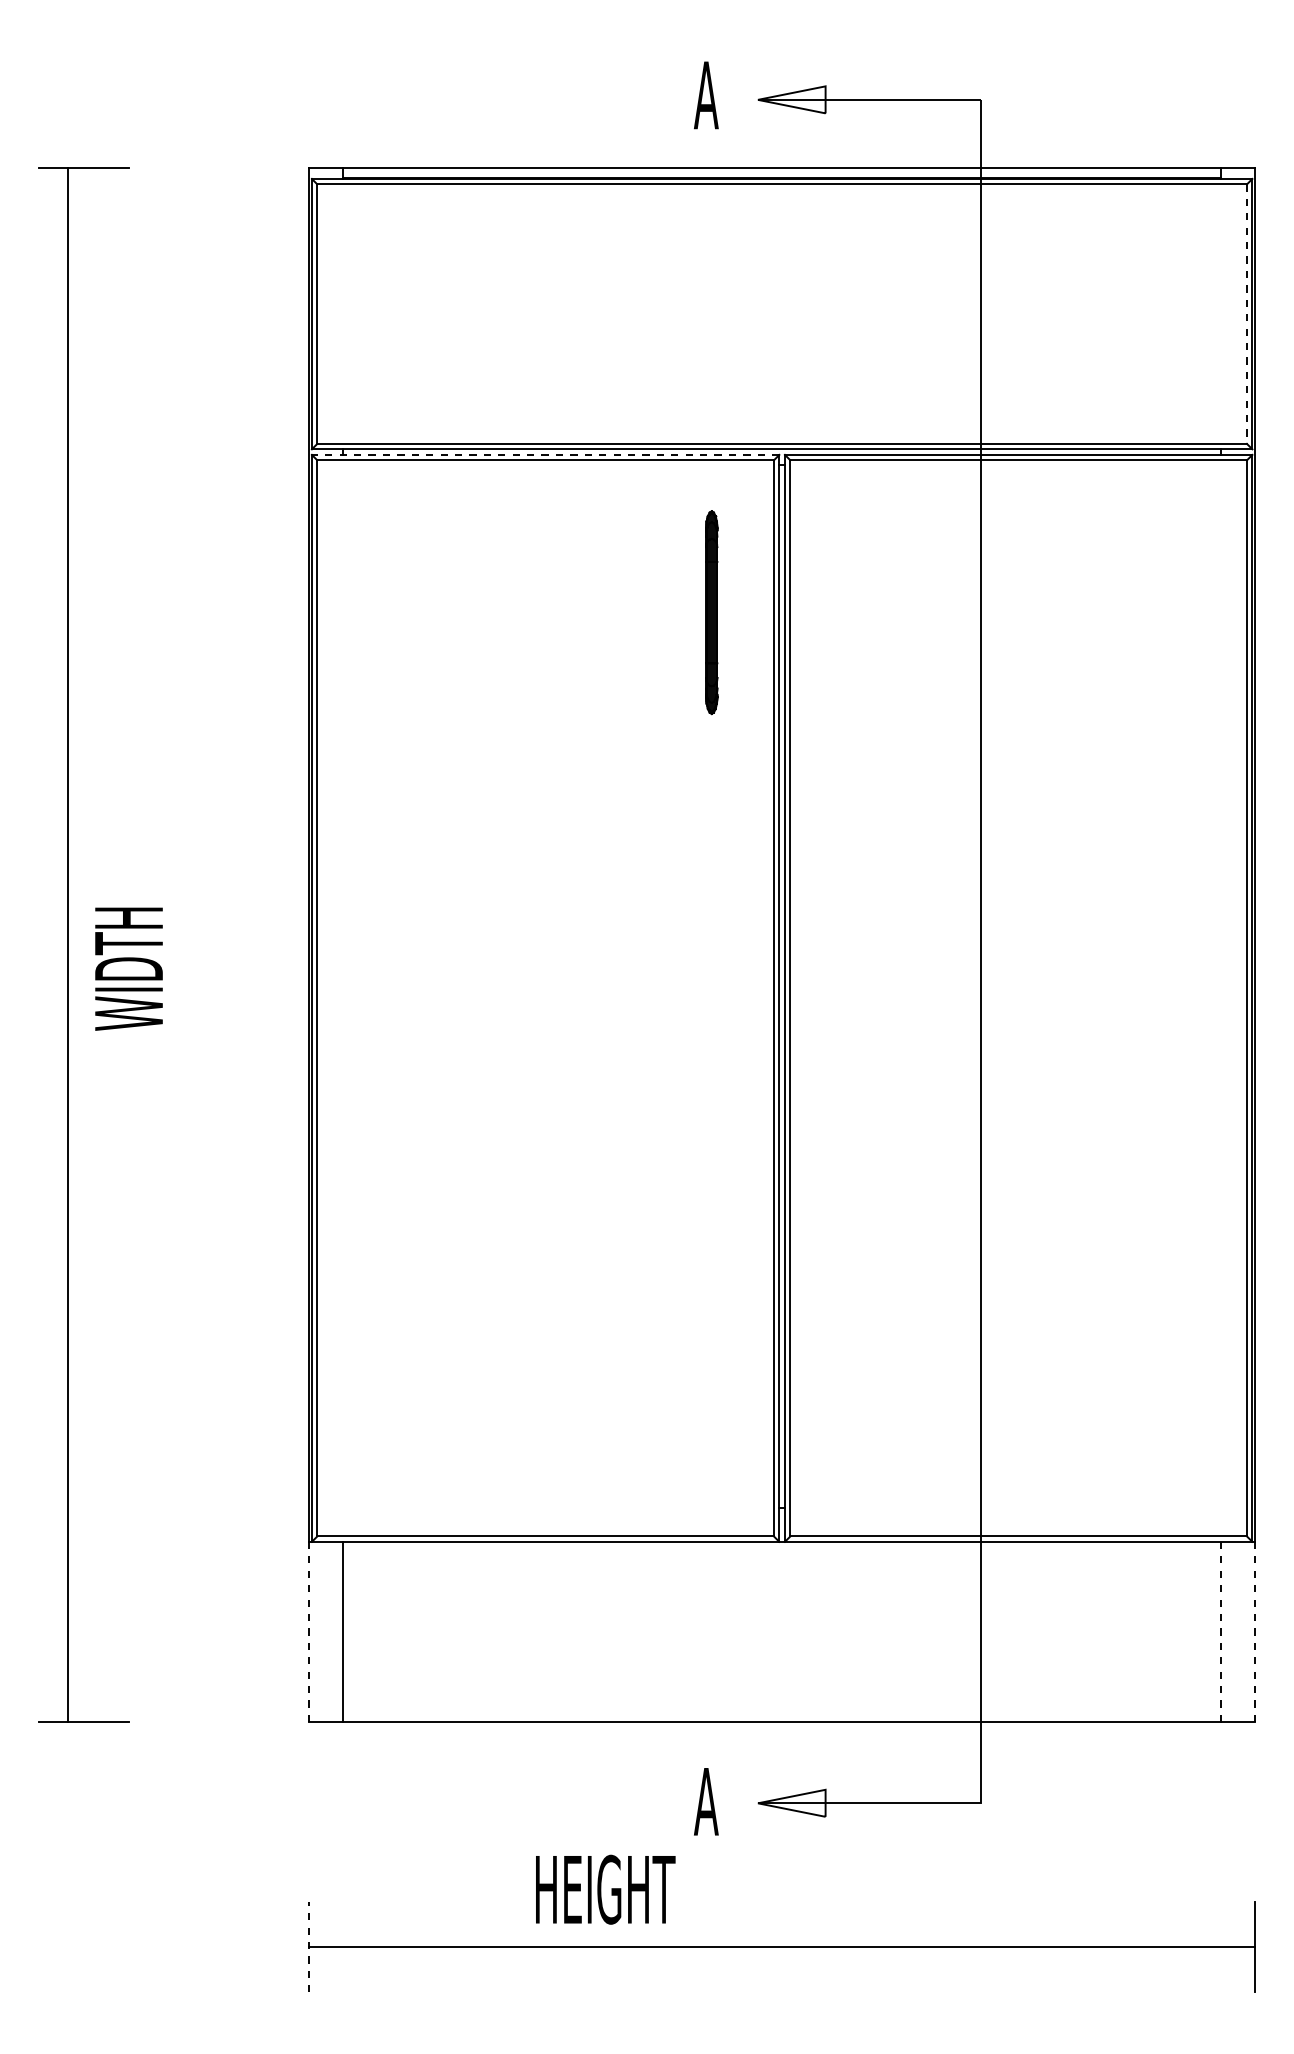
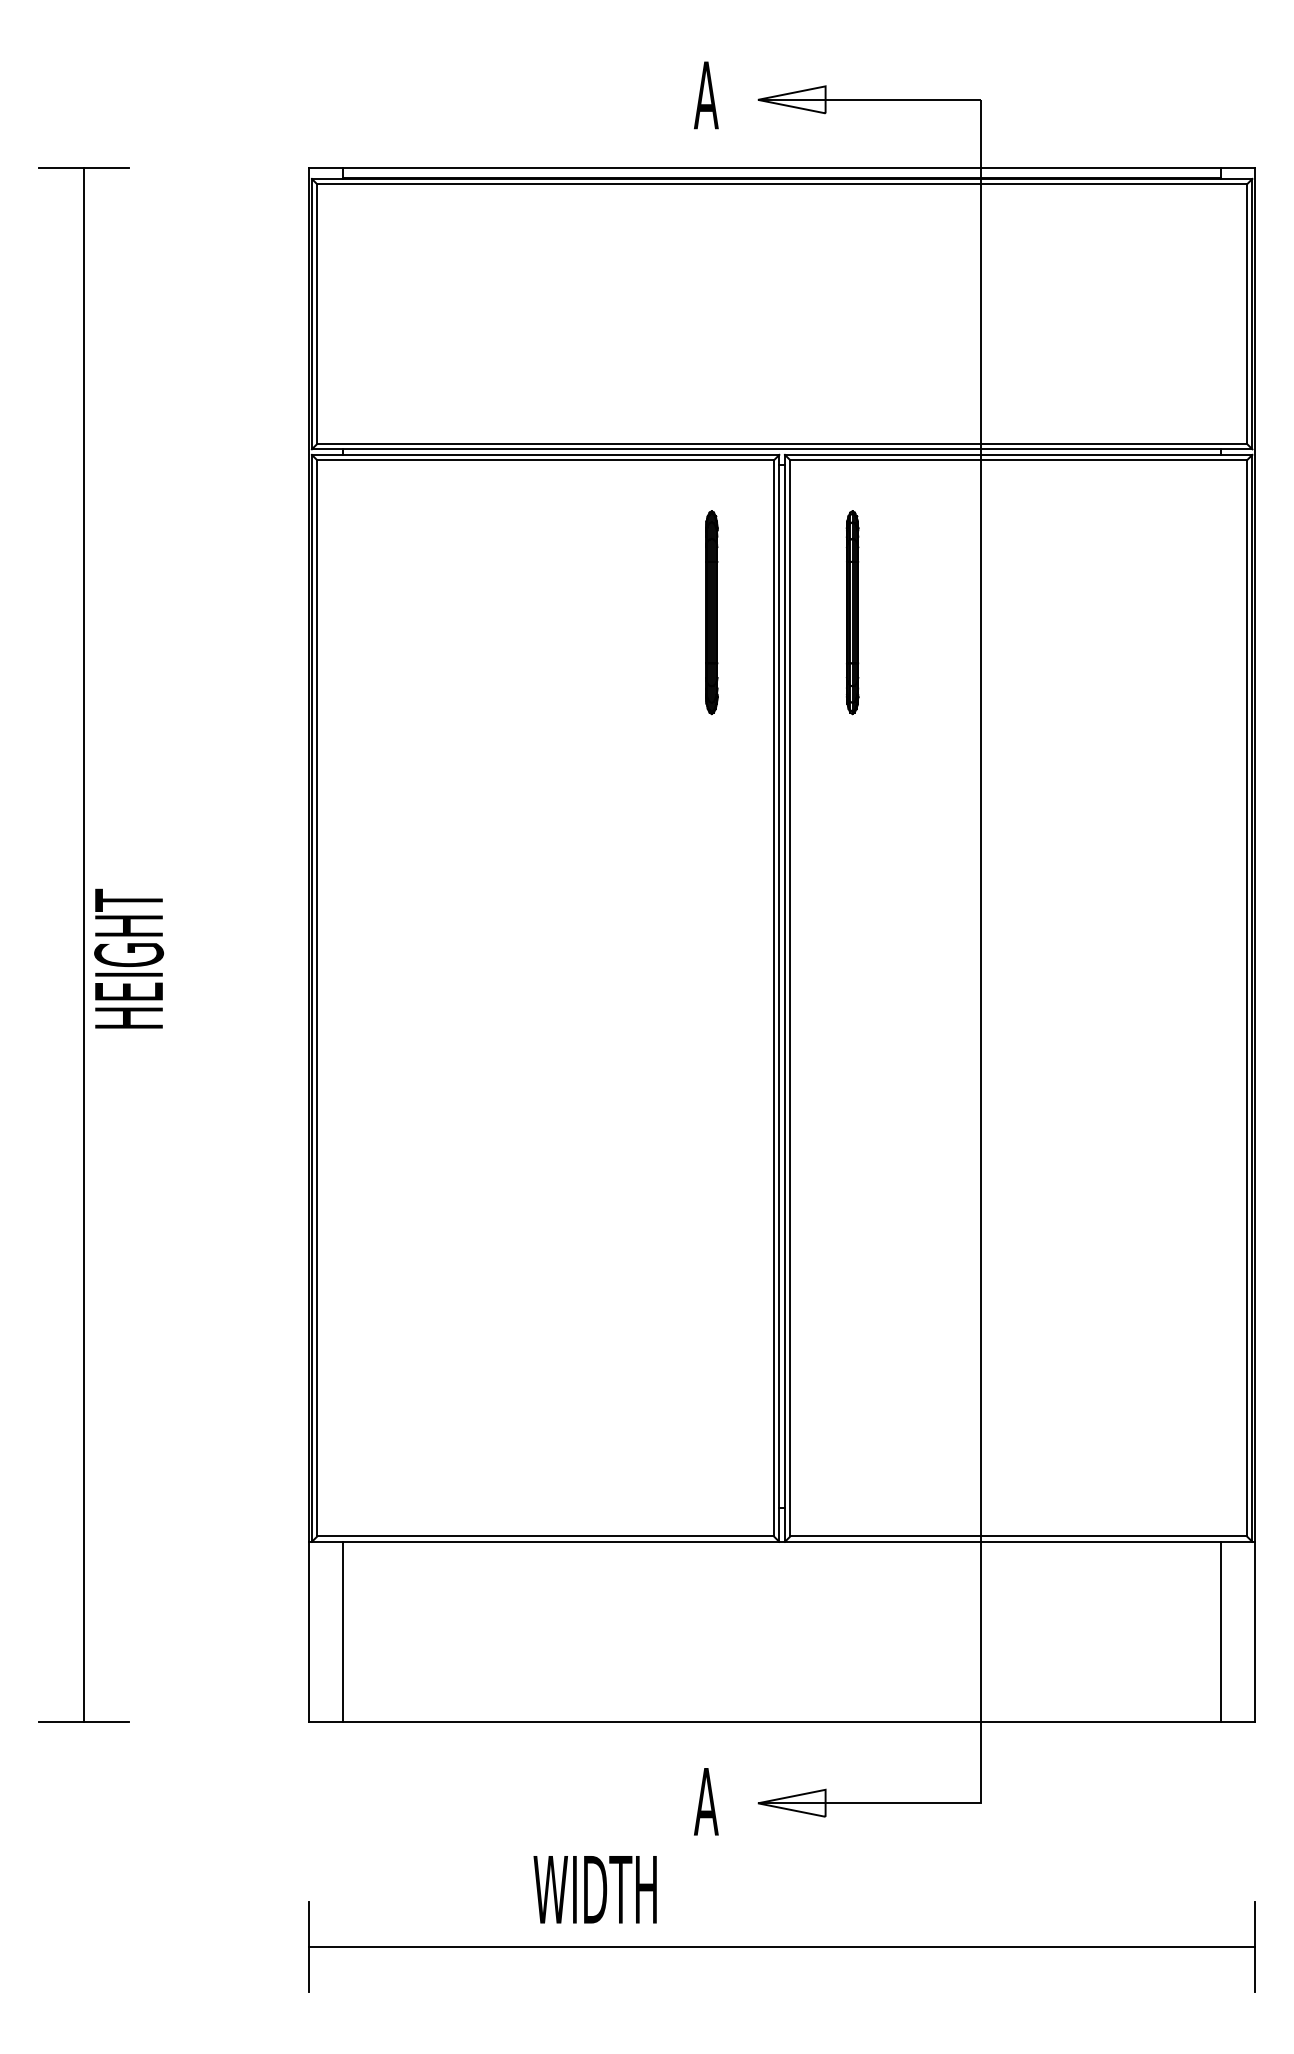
line at (1246, 314): dashed -> solid
line at (545, 454): dashed -> solid
part at (852, 612): none -> present
line at (67, 944) position: (67, 944) -> (83, 944)
text at (129, 959): WIDTH -> HEIGHT
line at (1220, 1631): dashed -> solid
line at (1255, 1631): dashed -> solid
line at (309, 1632): dashed -> solid
text at (604, 1889): HEIGHT -> WIDTH
line at (309, 1946): dashed -> solid
